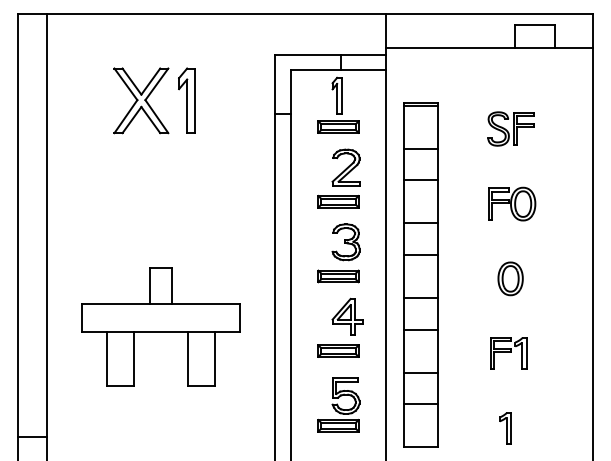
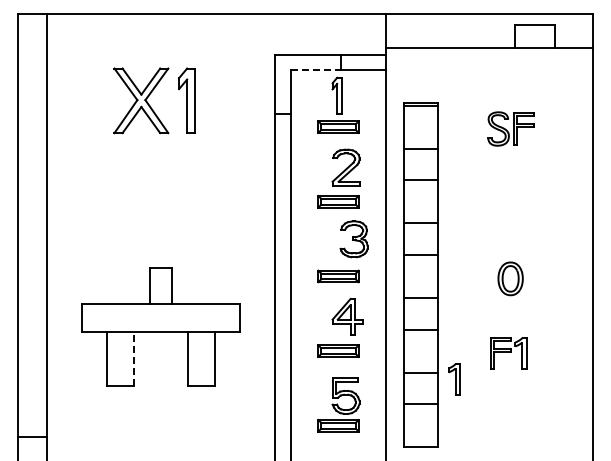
line at (316, 69): solid -> dashed
part at (512, 203): present -> none
part at (345, 242) position: (345, 242) -> (353, 239)
line at (133, 359): solid -> dashed
part at (505, 428) position: (505, 428) -> (454, 379)
